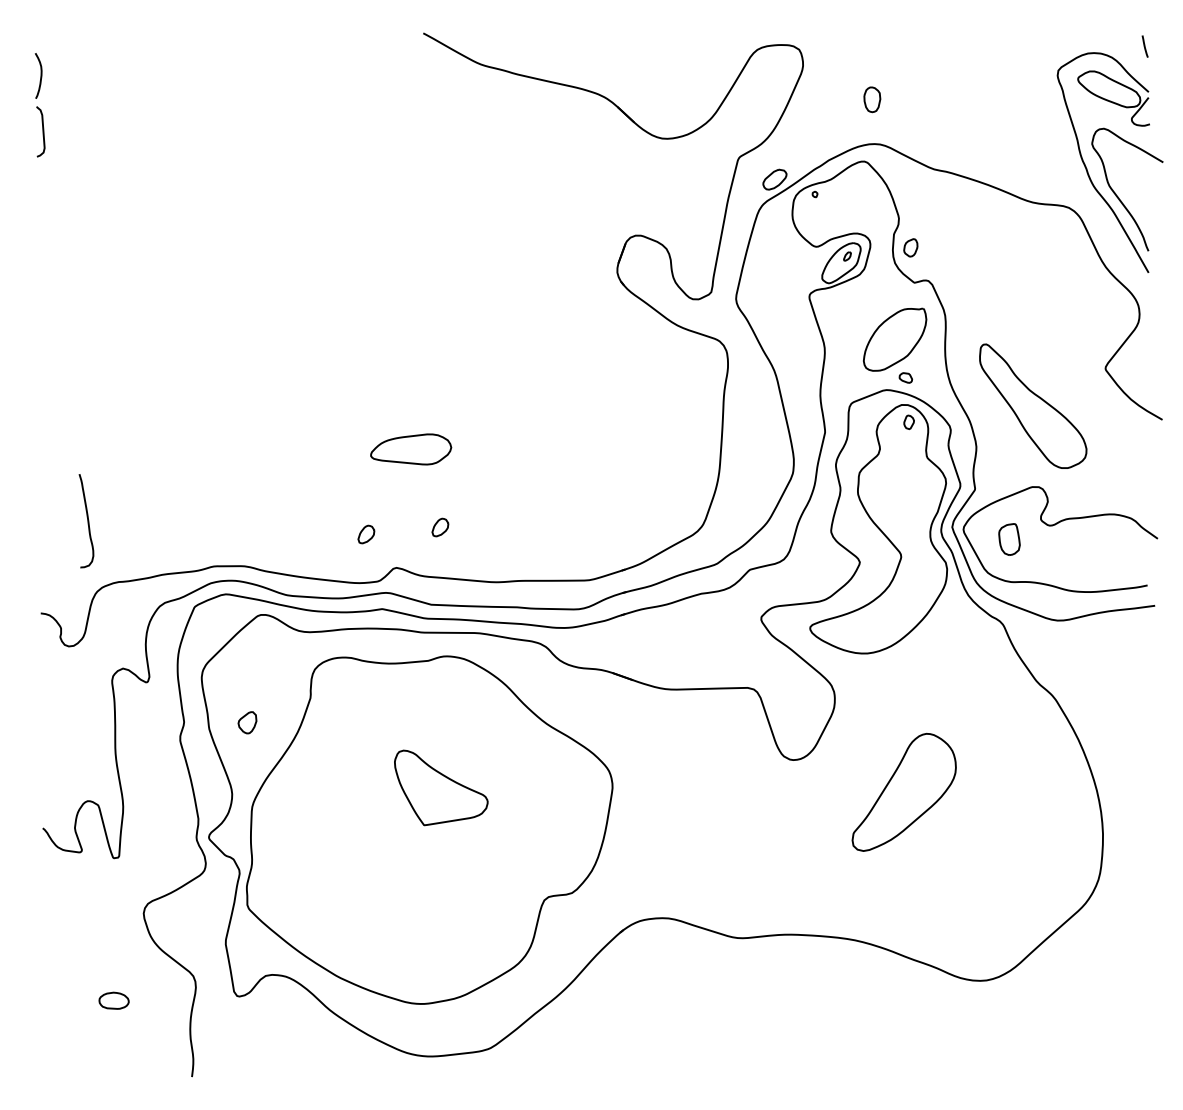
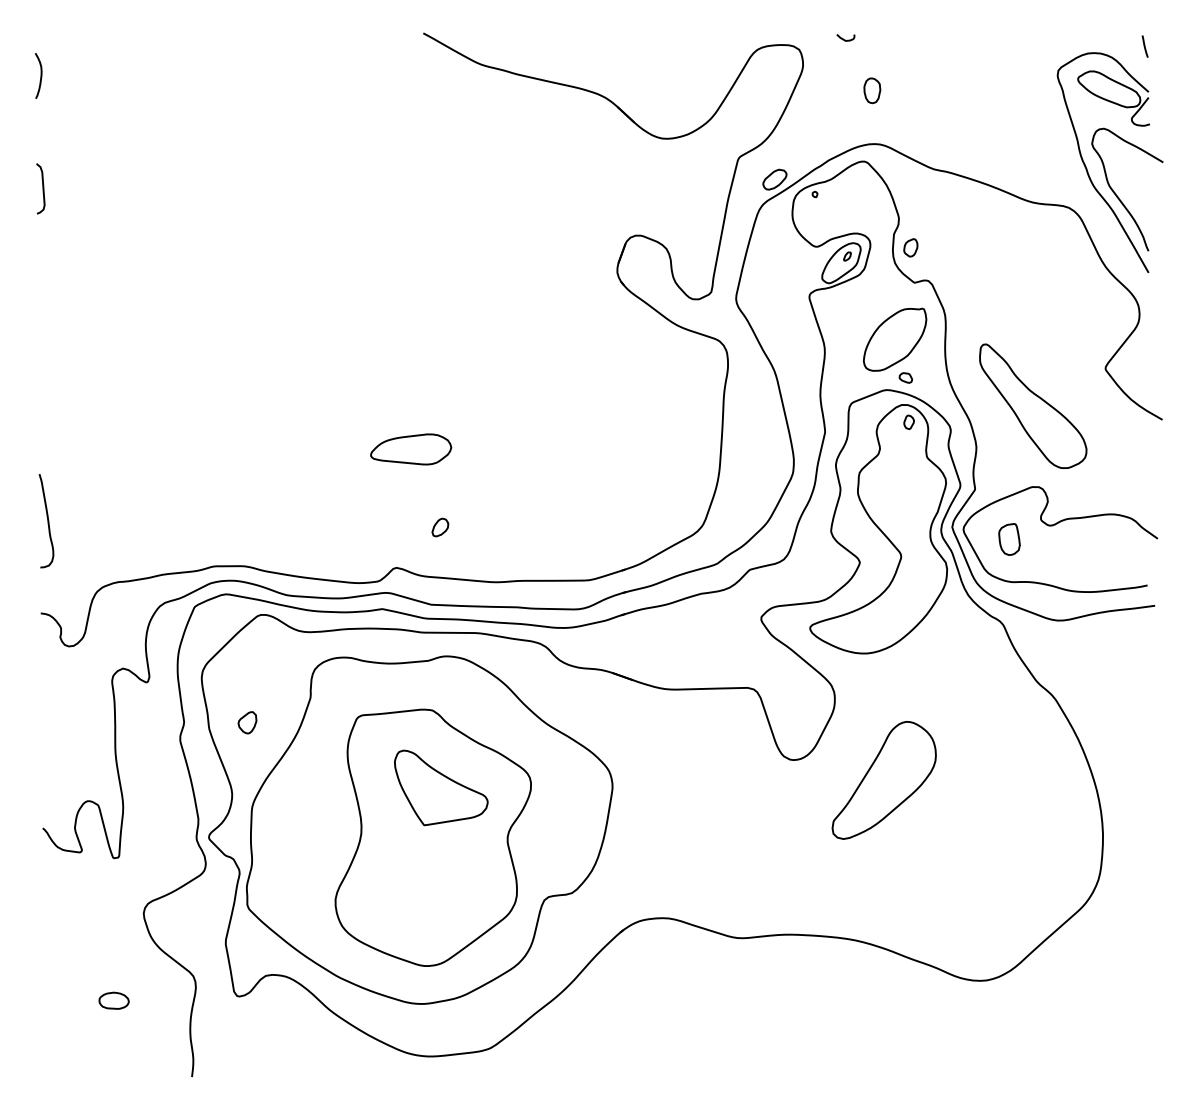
curve at (845, 39): none -> present
part at (872, 99) position: (872, 99) -> (872, 90)
curve at (42, 131) position: (42, 131) -> (42, 188)
curve at (87, 521) position: (87, 521) -> (47, 521)
part at (366, 534): present -> none
part at (903, 792) position: (903, 792) -> (883, 780)
part at (432, 837): none -> present
